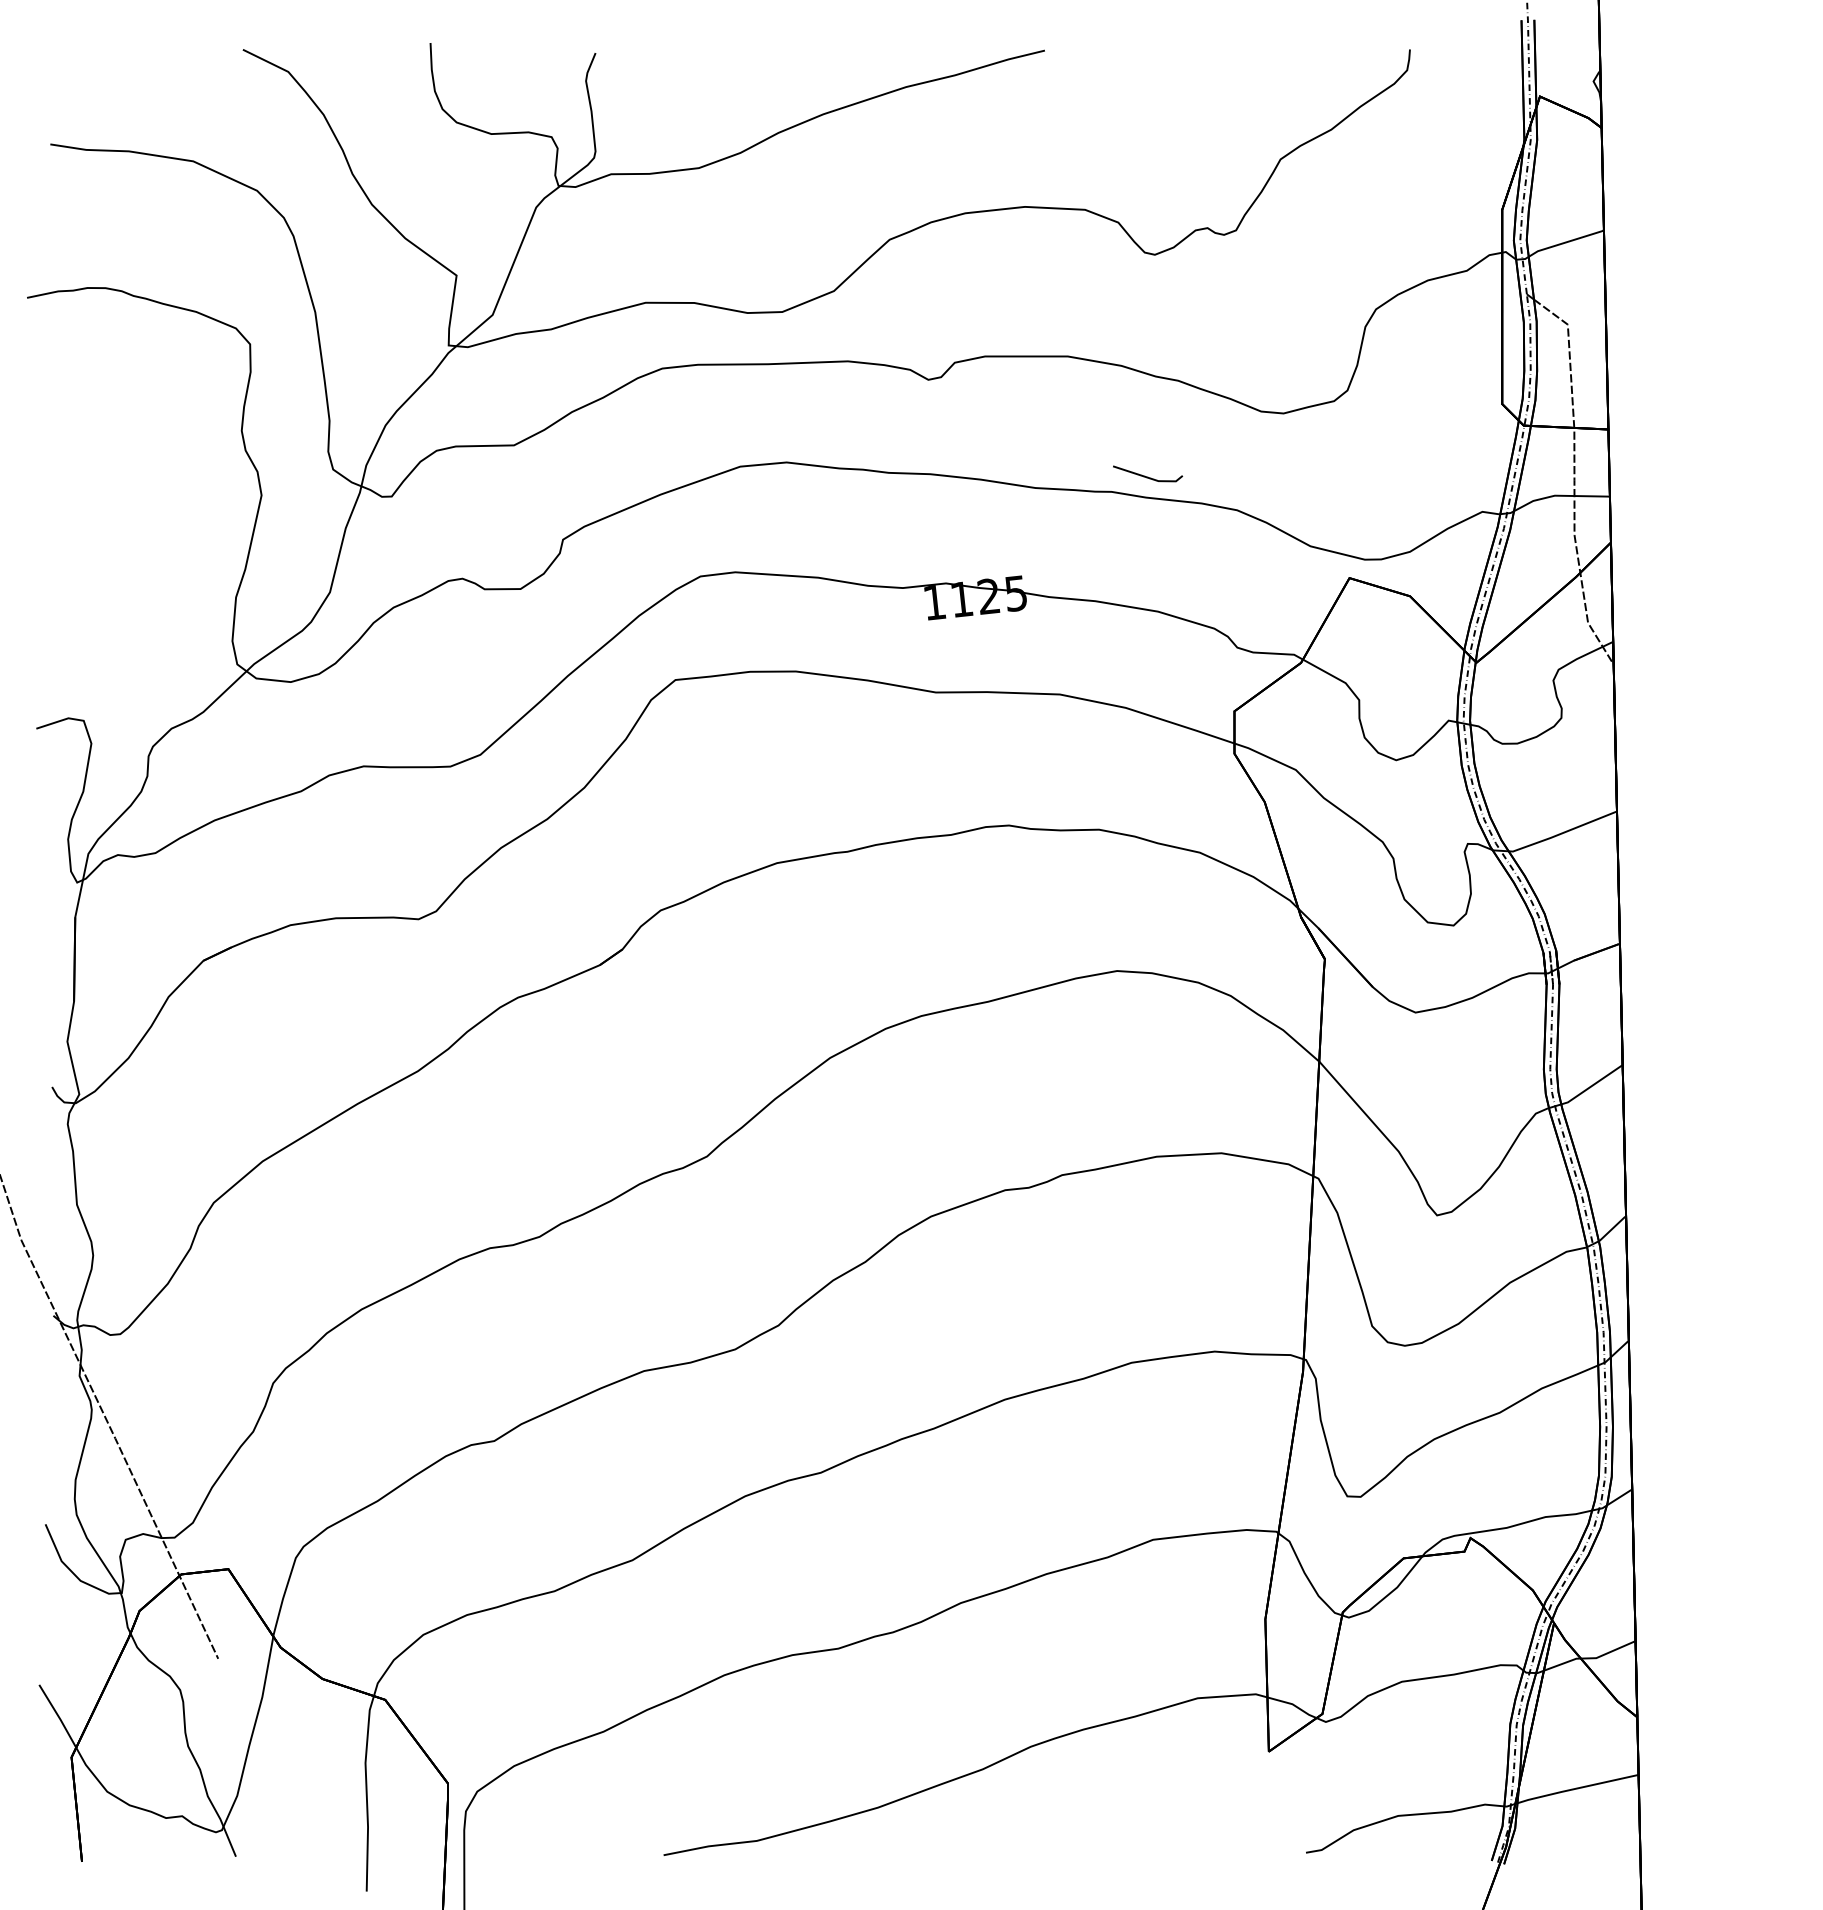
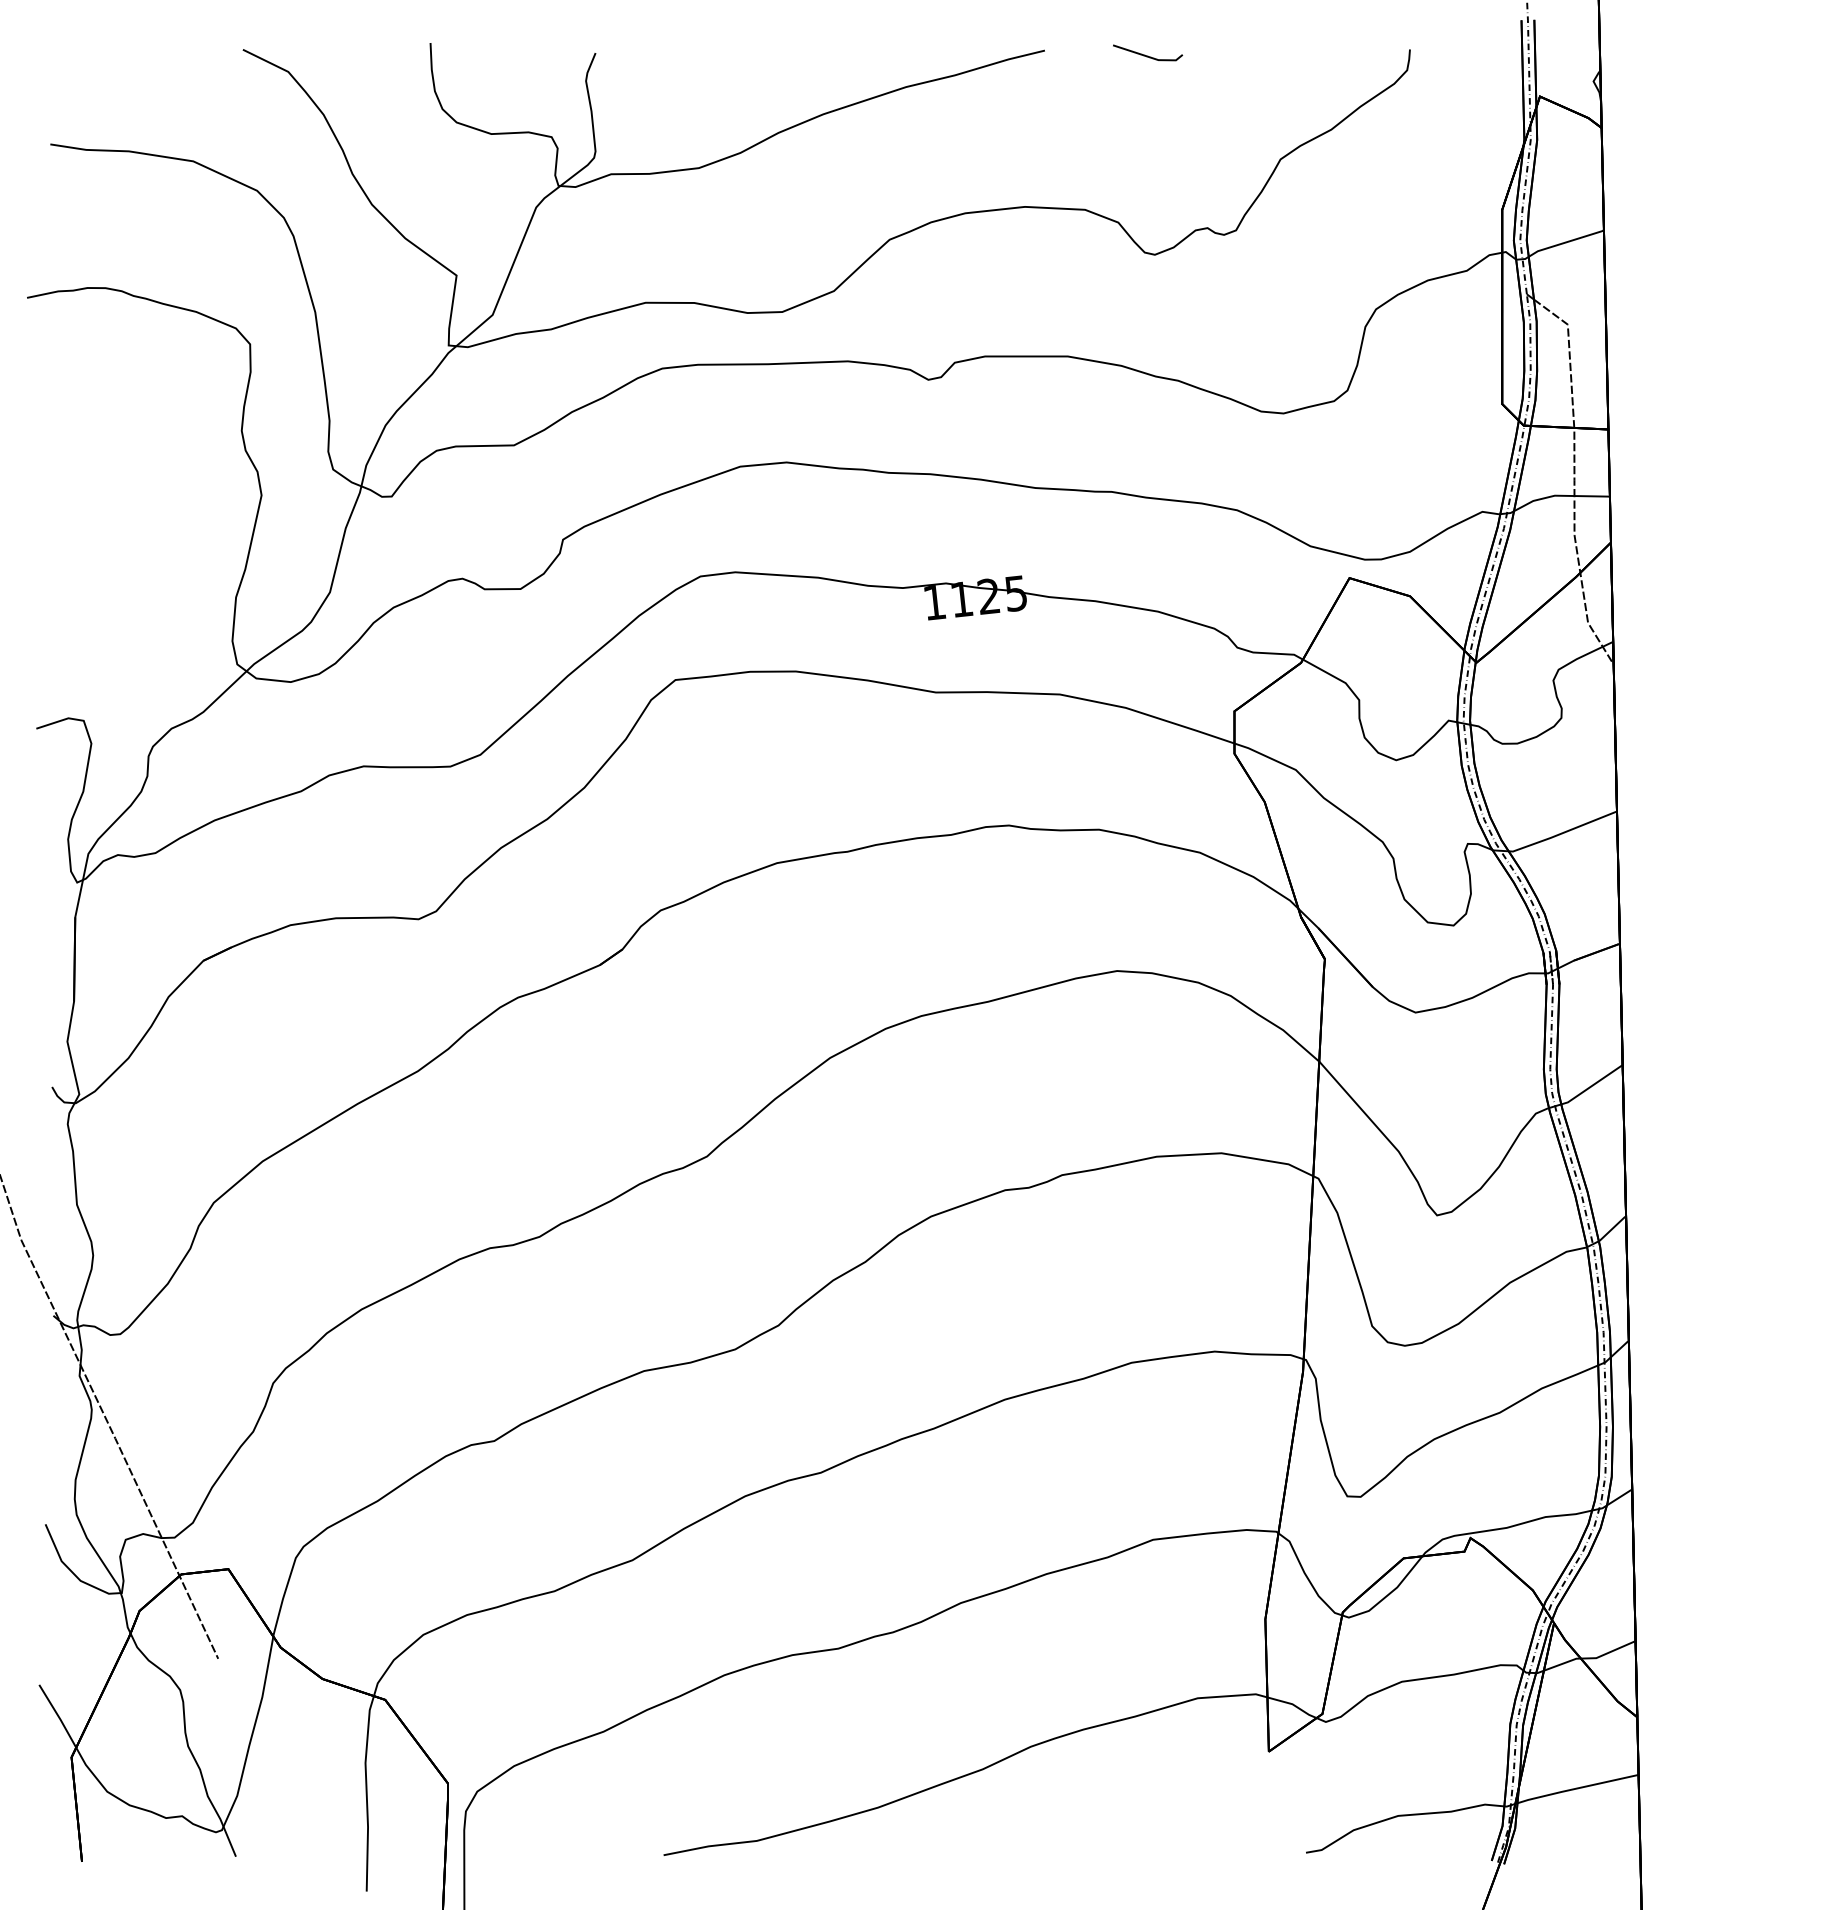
line at (1148, 476) position: (1148, 476) -> (1148, 55)
